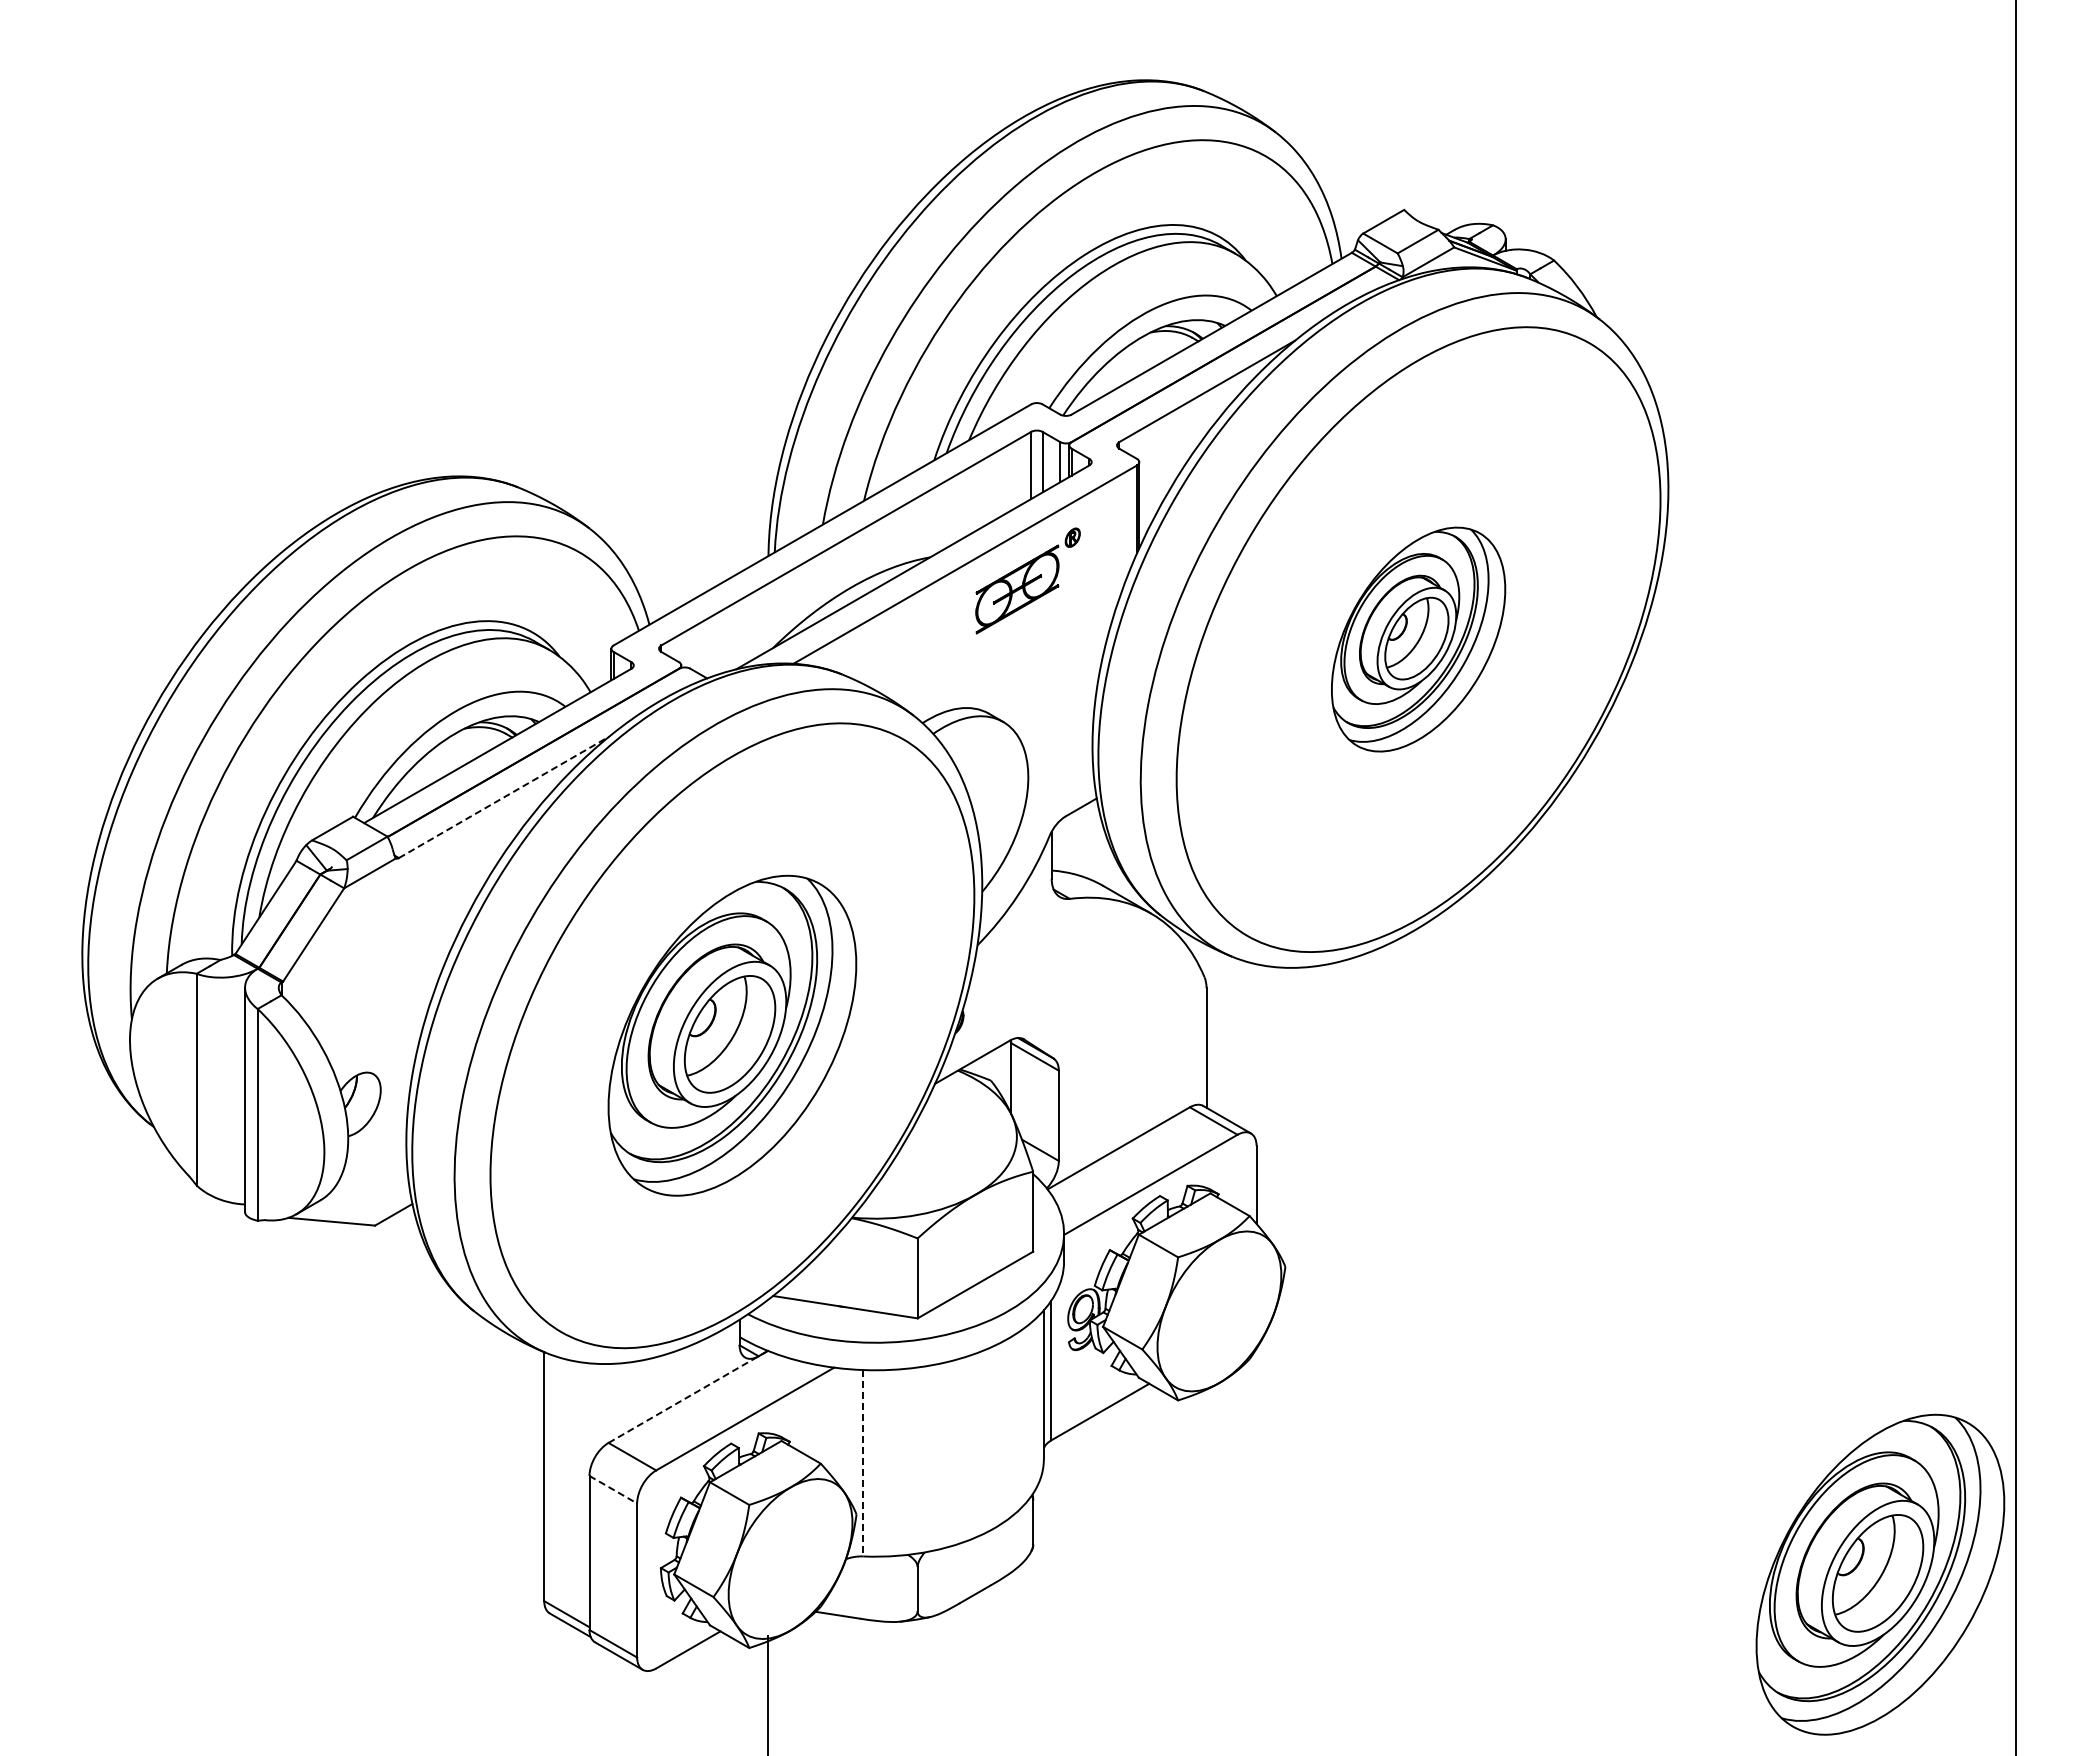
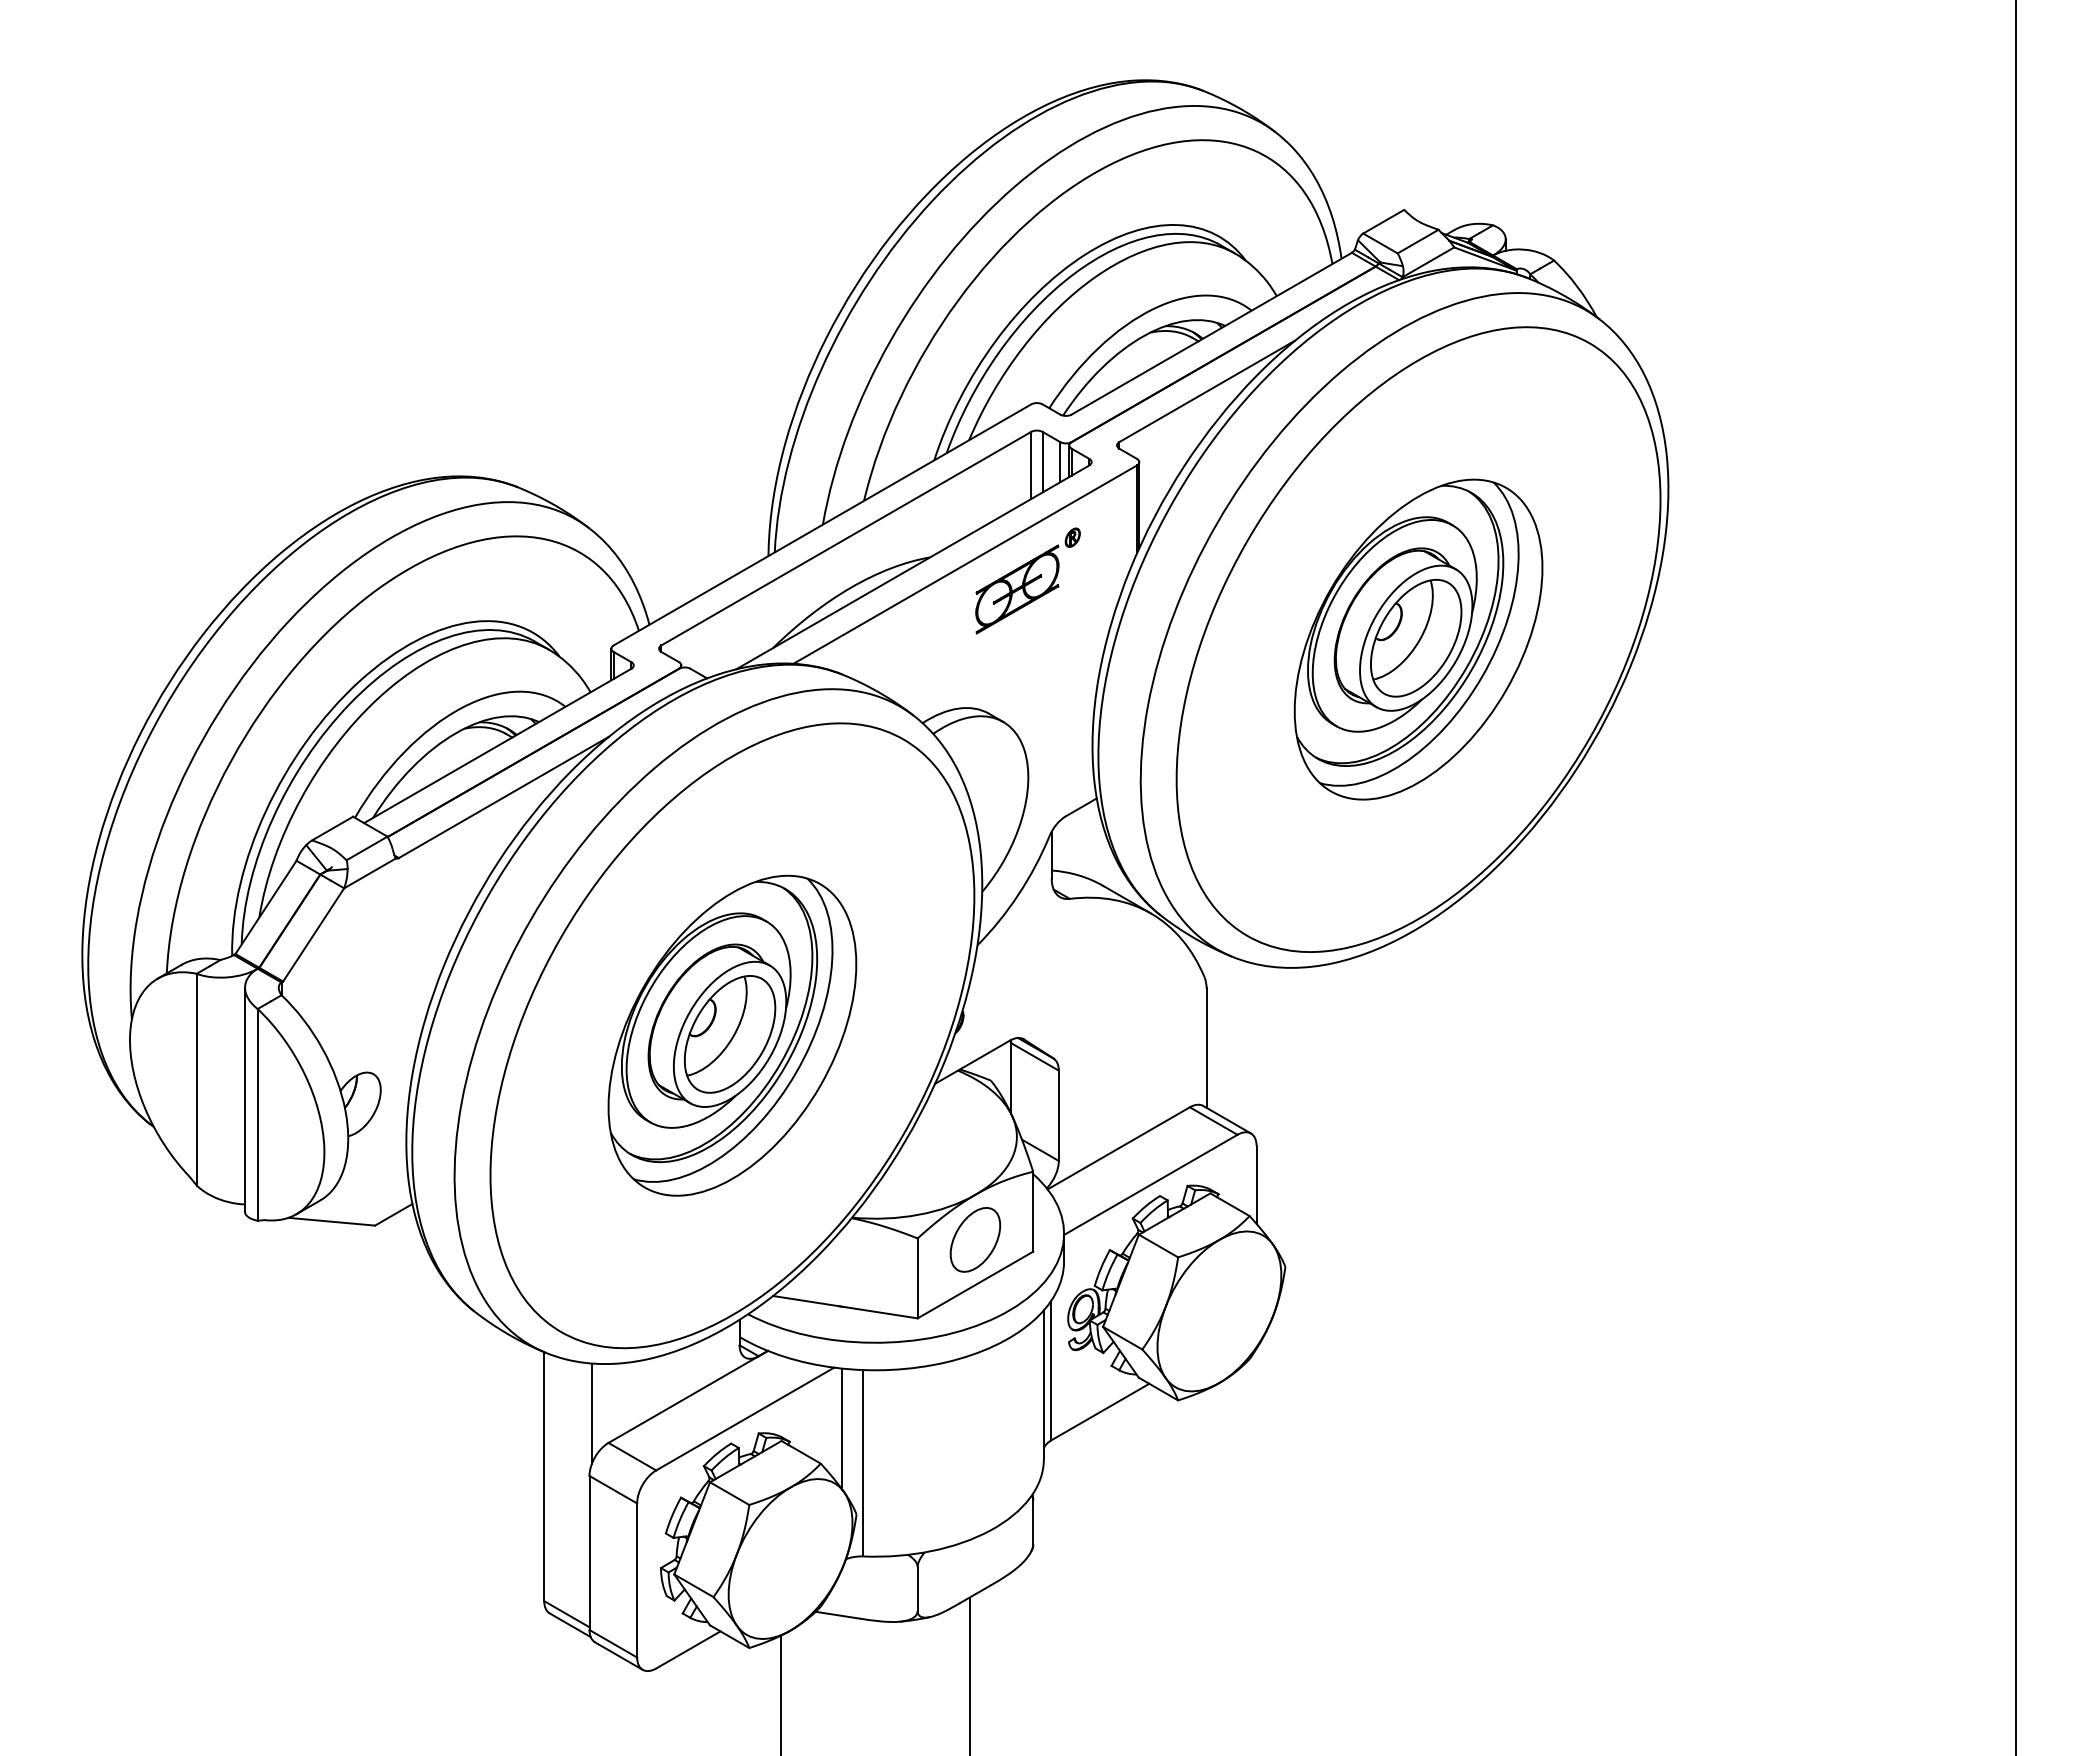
part at (1418, 639) size: 176x227 px -> 251x323 px
line at (504, 797): dashed -> solid
part at (975, 1239): none -> present
line at (688, 1396): dashed -> solid
line at (591, 1413): none -> present
line at (842, 1428): none -> present
line at (863, 1463): dashed -> solid
line at (613, 1489): dashed -> solid
part at (1880, 1574): present -> none
line at (969, 1674): none -> present
line at (768, 1693) position: (768, 1693) -> (781, 1693)
